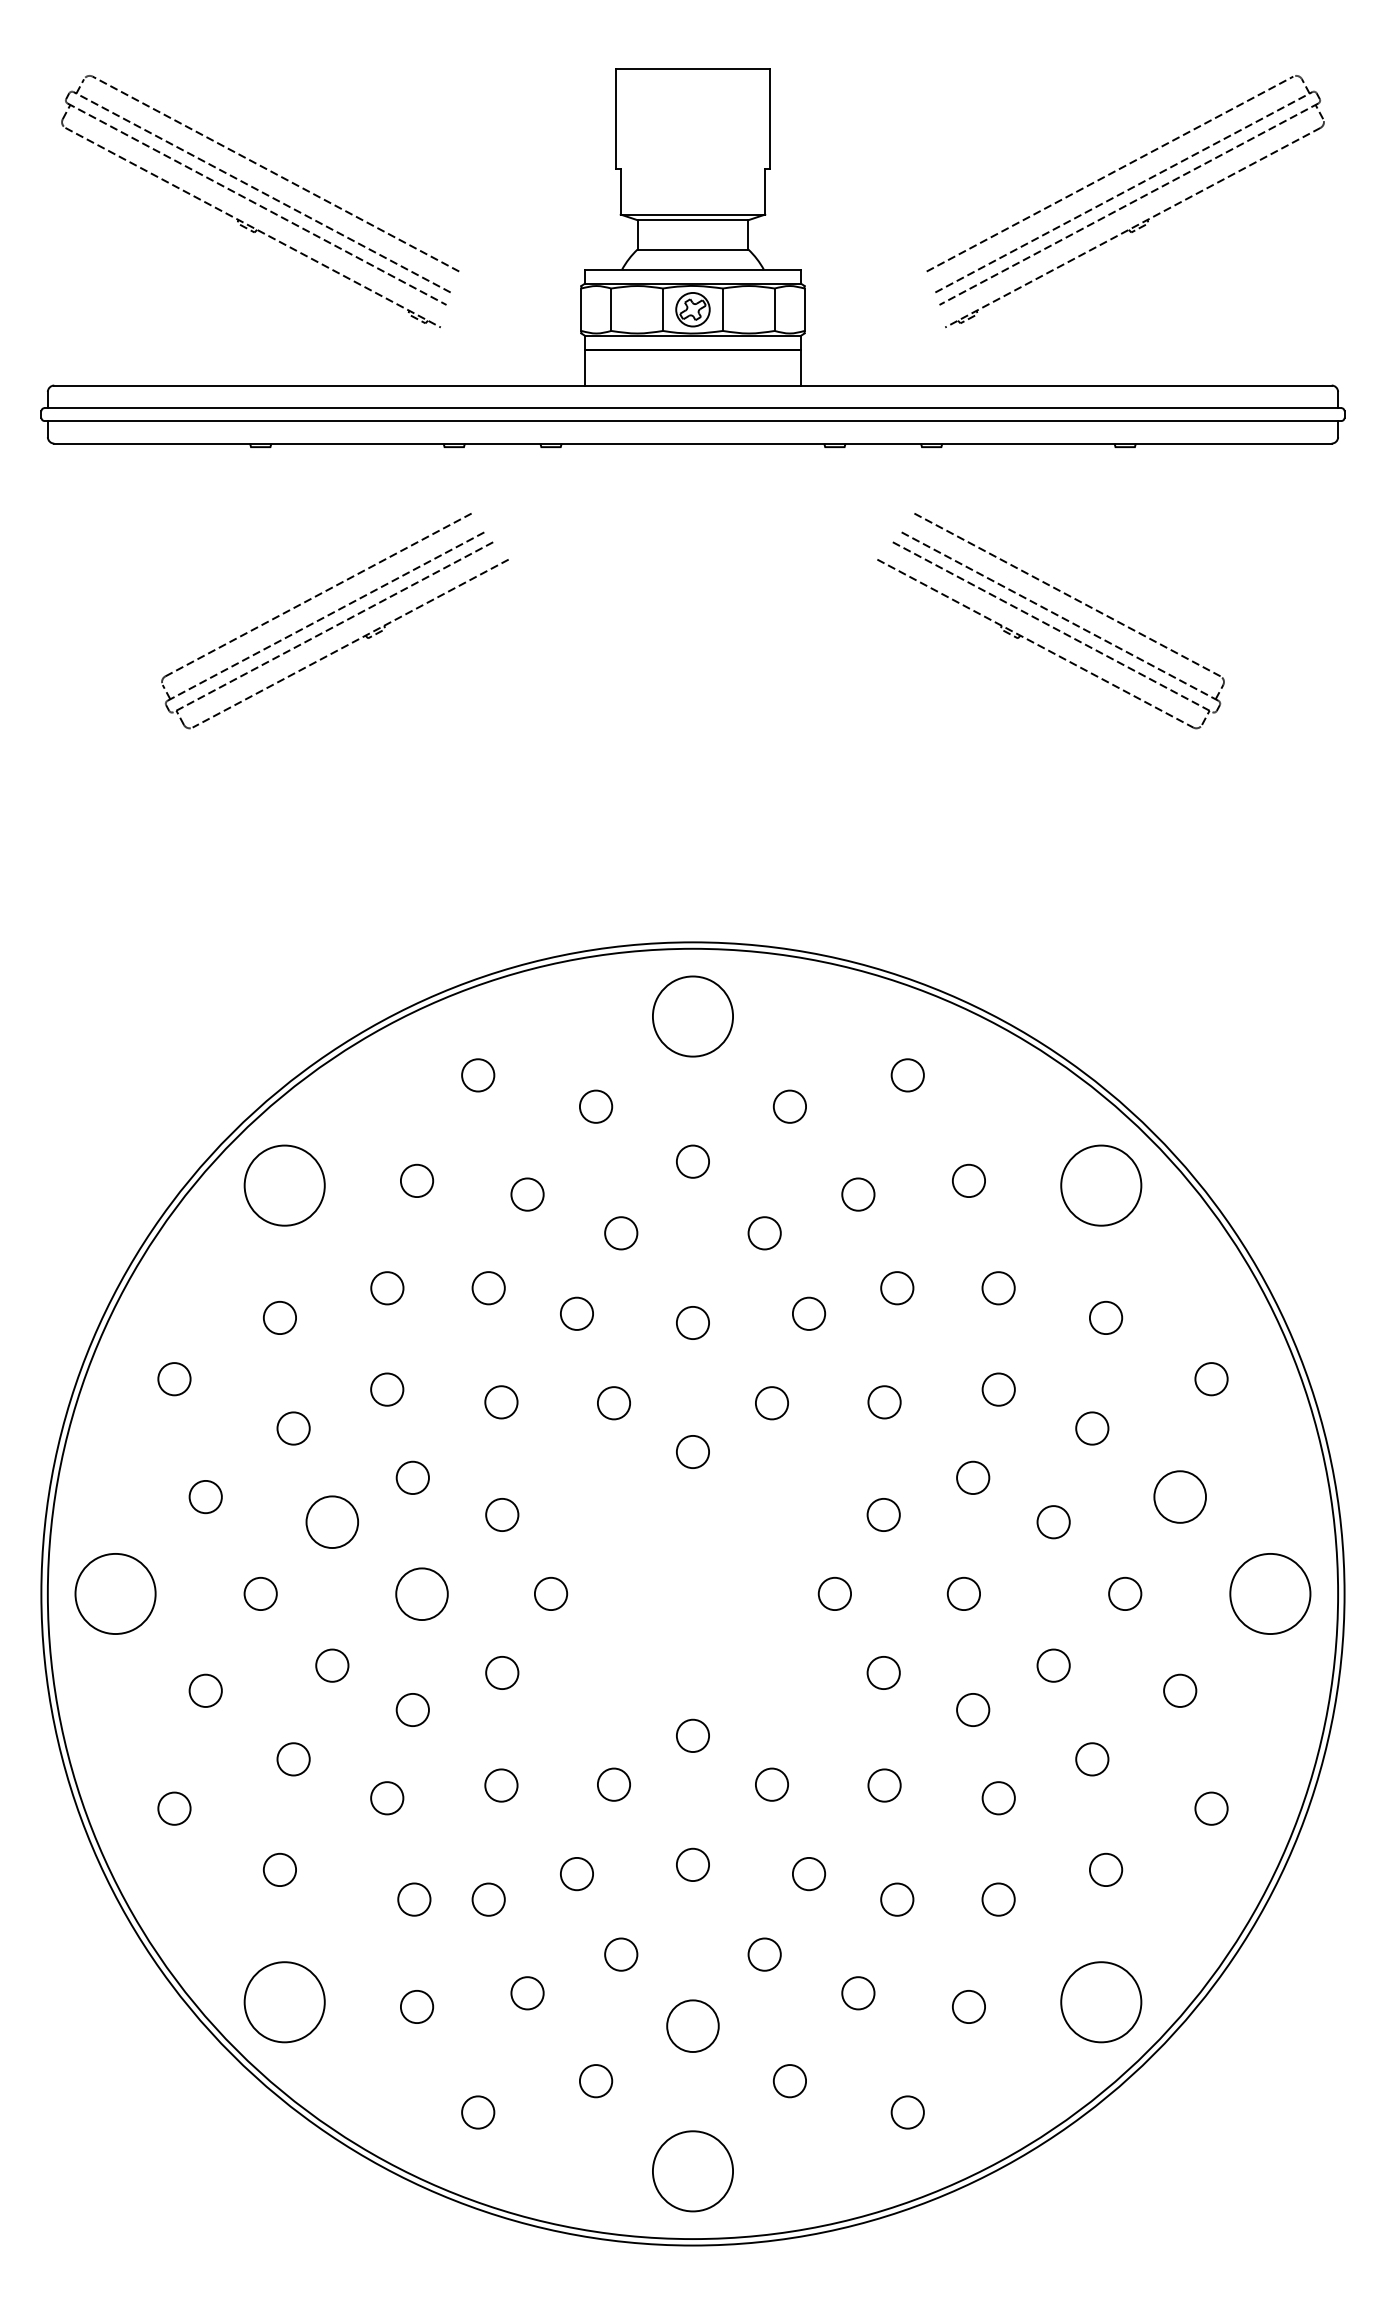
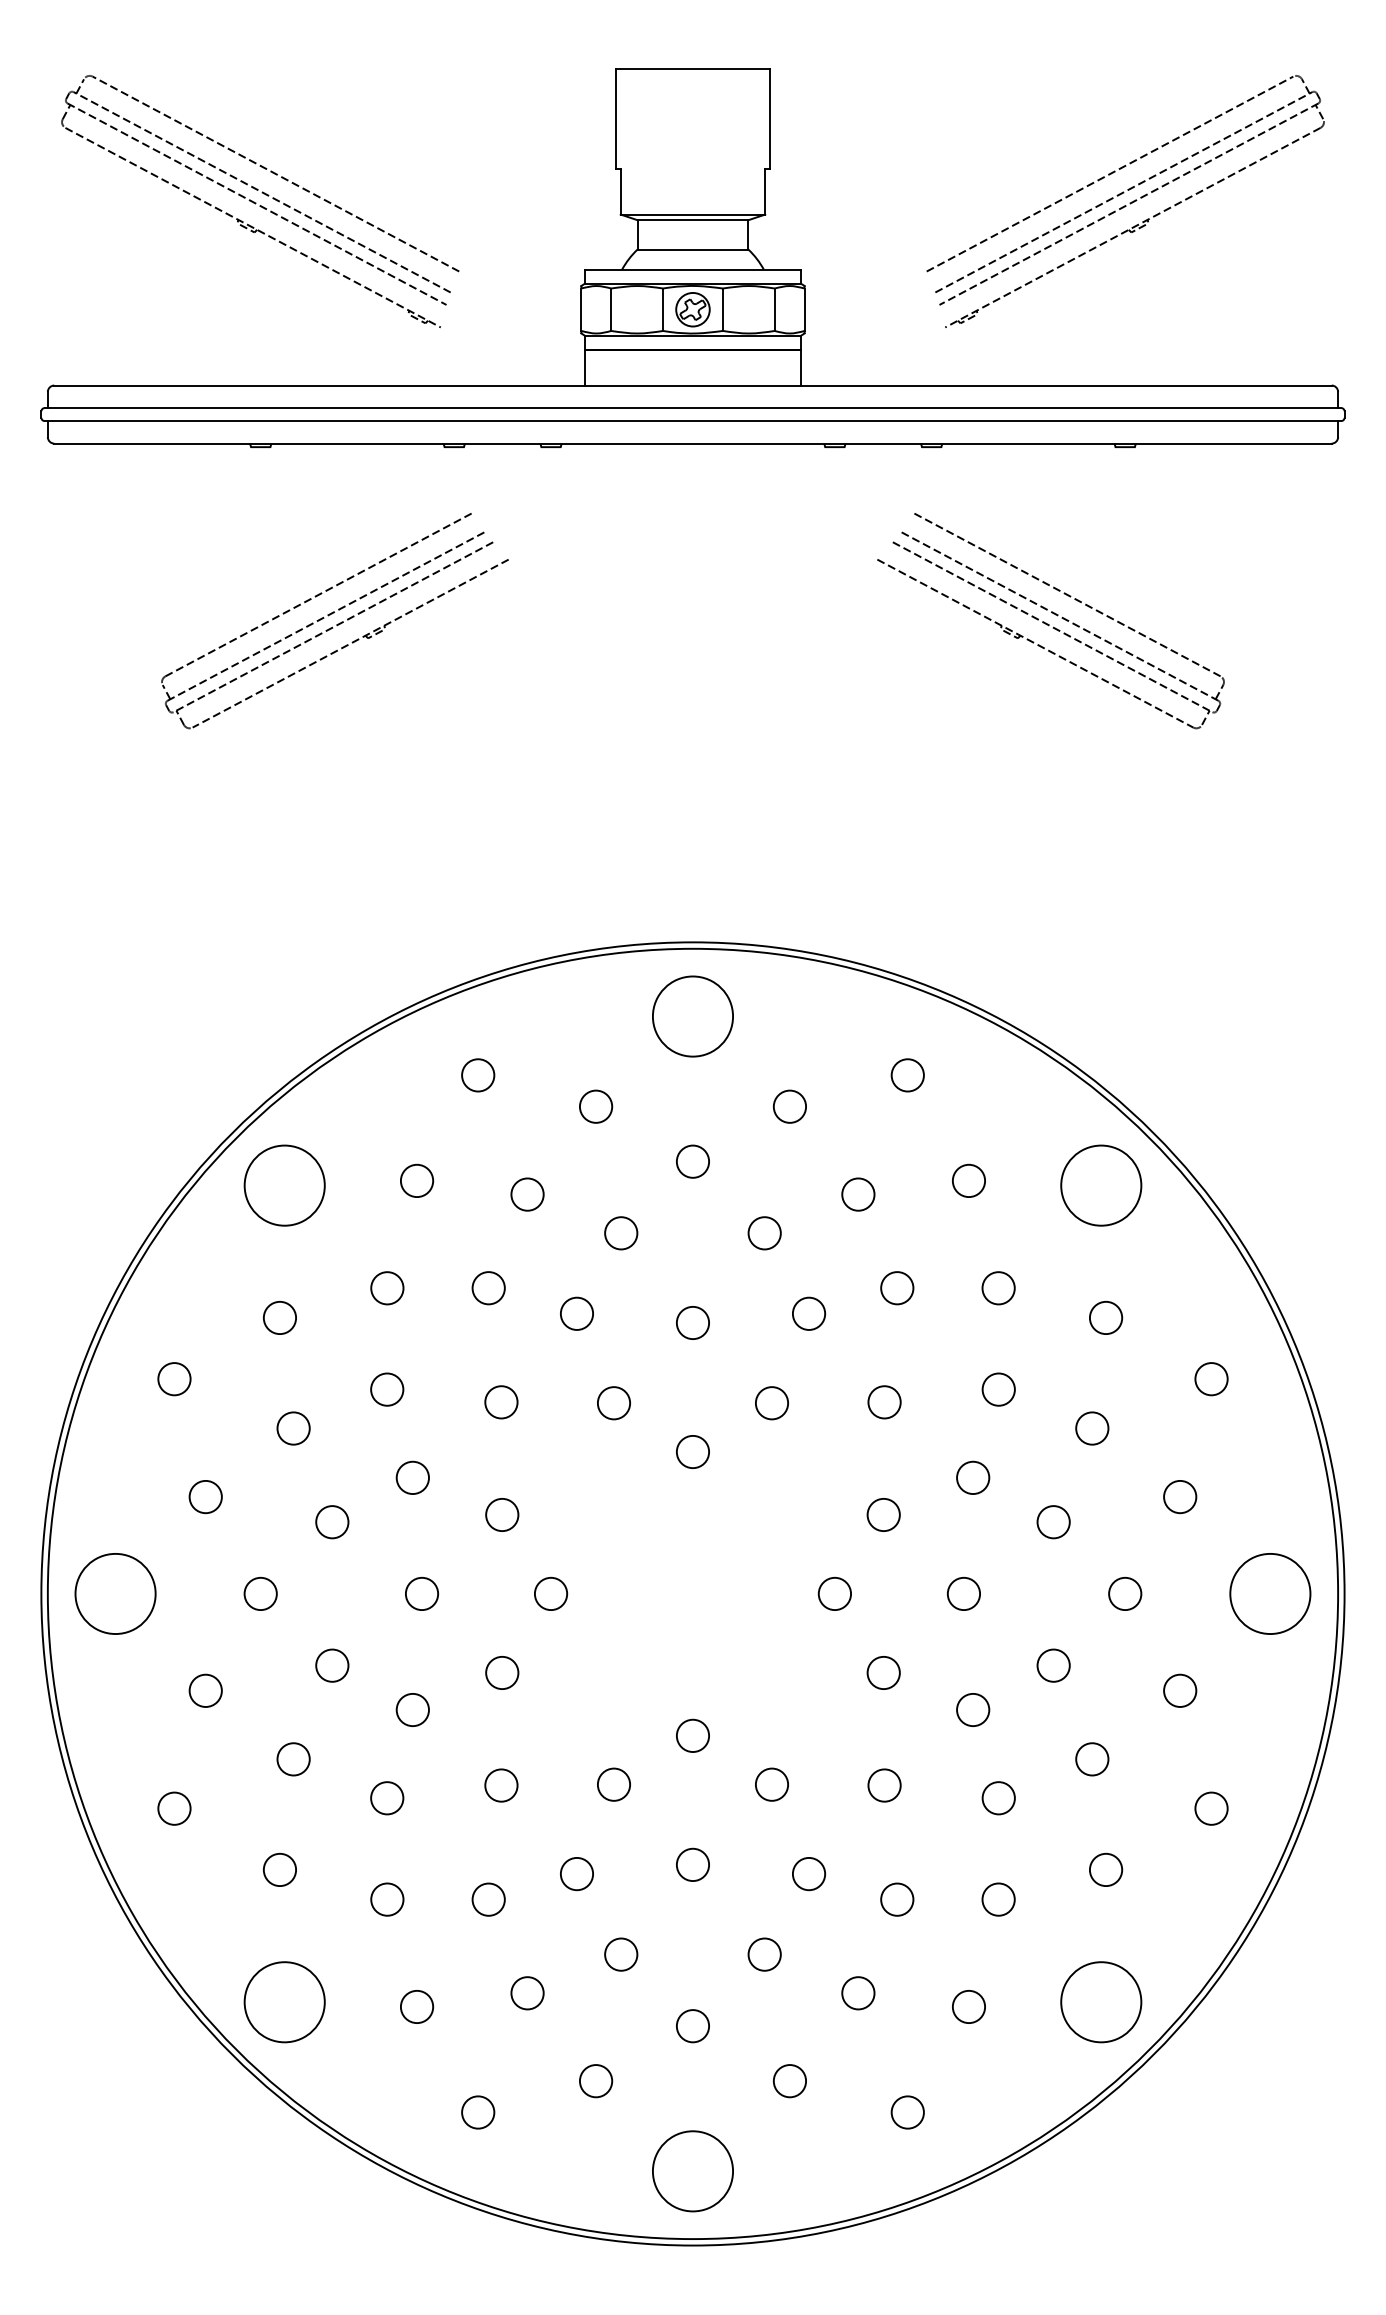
circle at (1180, 1496) diameter: 52 px -> 32 px
circle at (332, 1522) diameter: 52 px -> 32 px
circle at (421, 1593) size: 54x54 px -> 34x35 px
circle at (414, 1899) position: (414, 1899) -> (387, 1899)
circle at (692, 2026) diameter: 52 px -> 32 px
